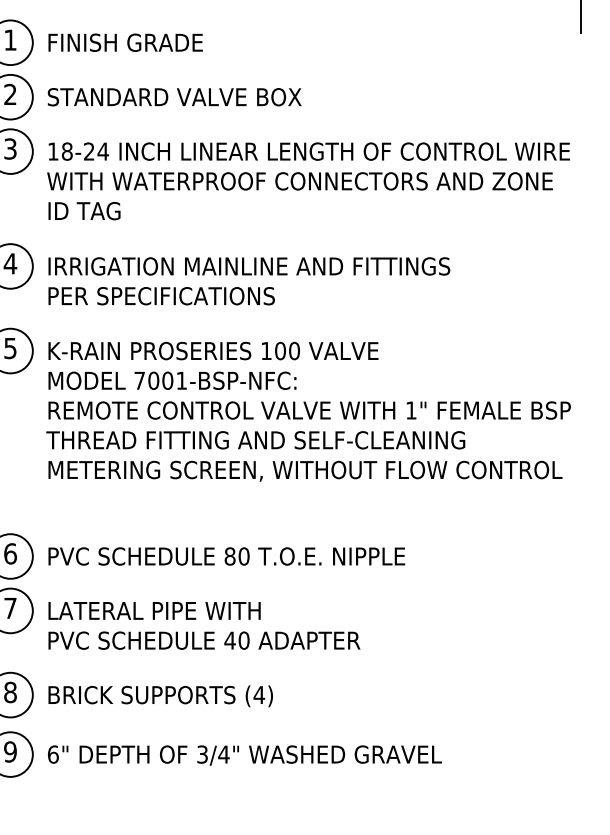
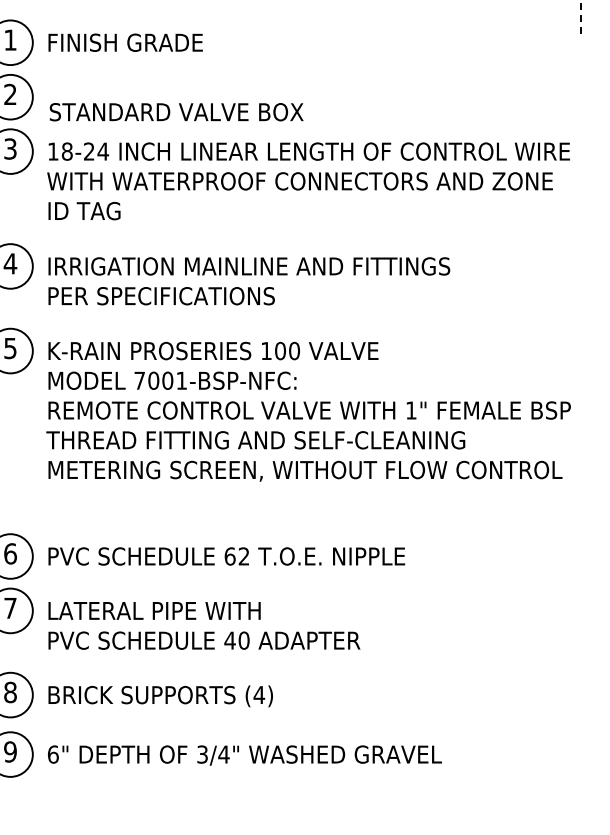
line at (580, 16): solid -> dashed
text at (174, 97) position: (174, 97) -> (176, 112)
text at (236, 556): 80 -> 62
